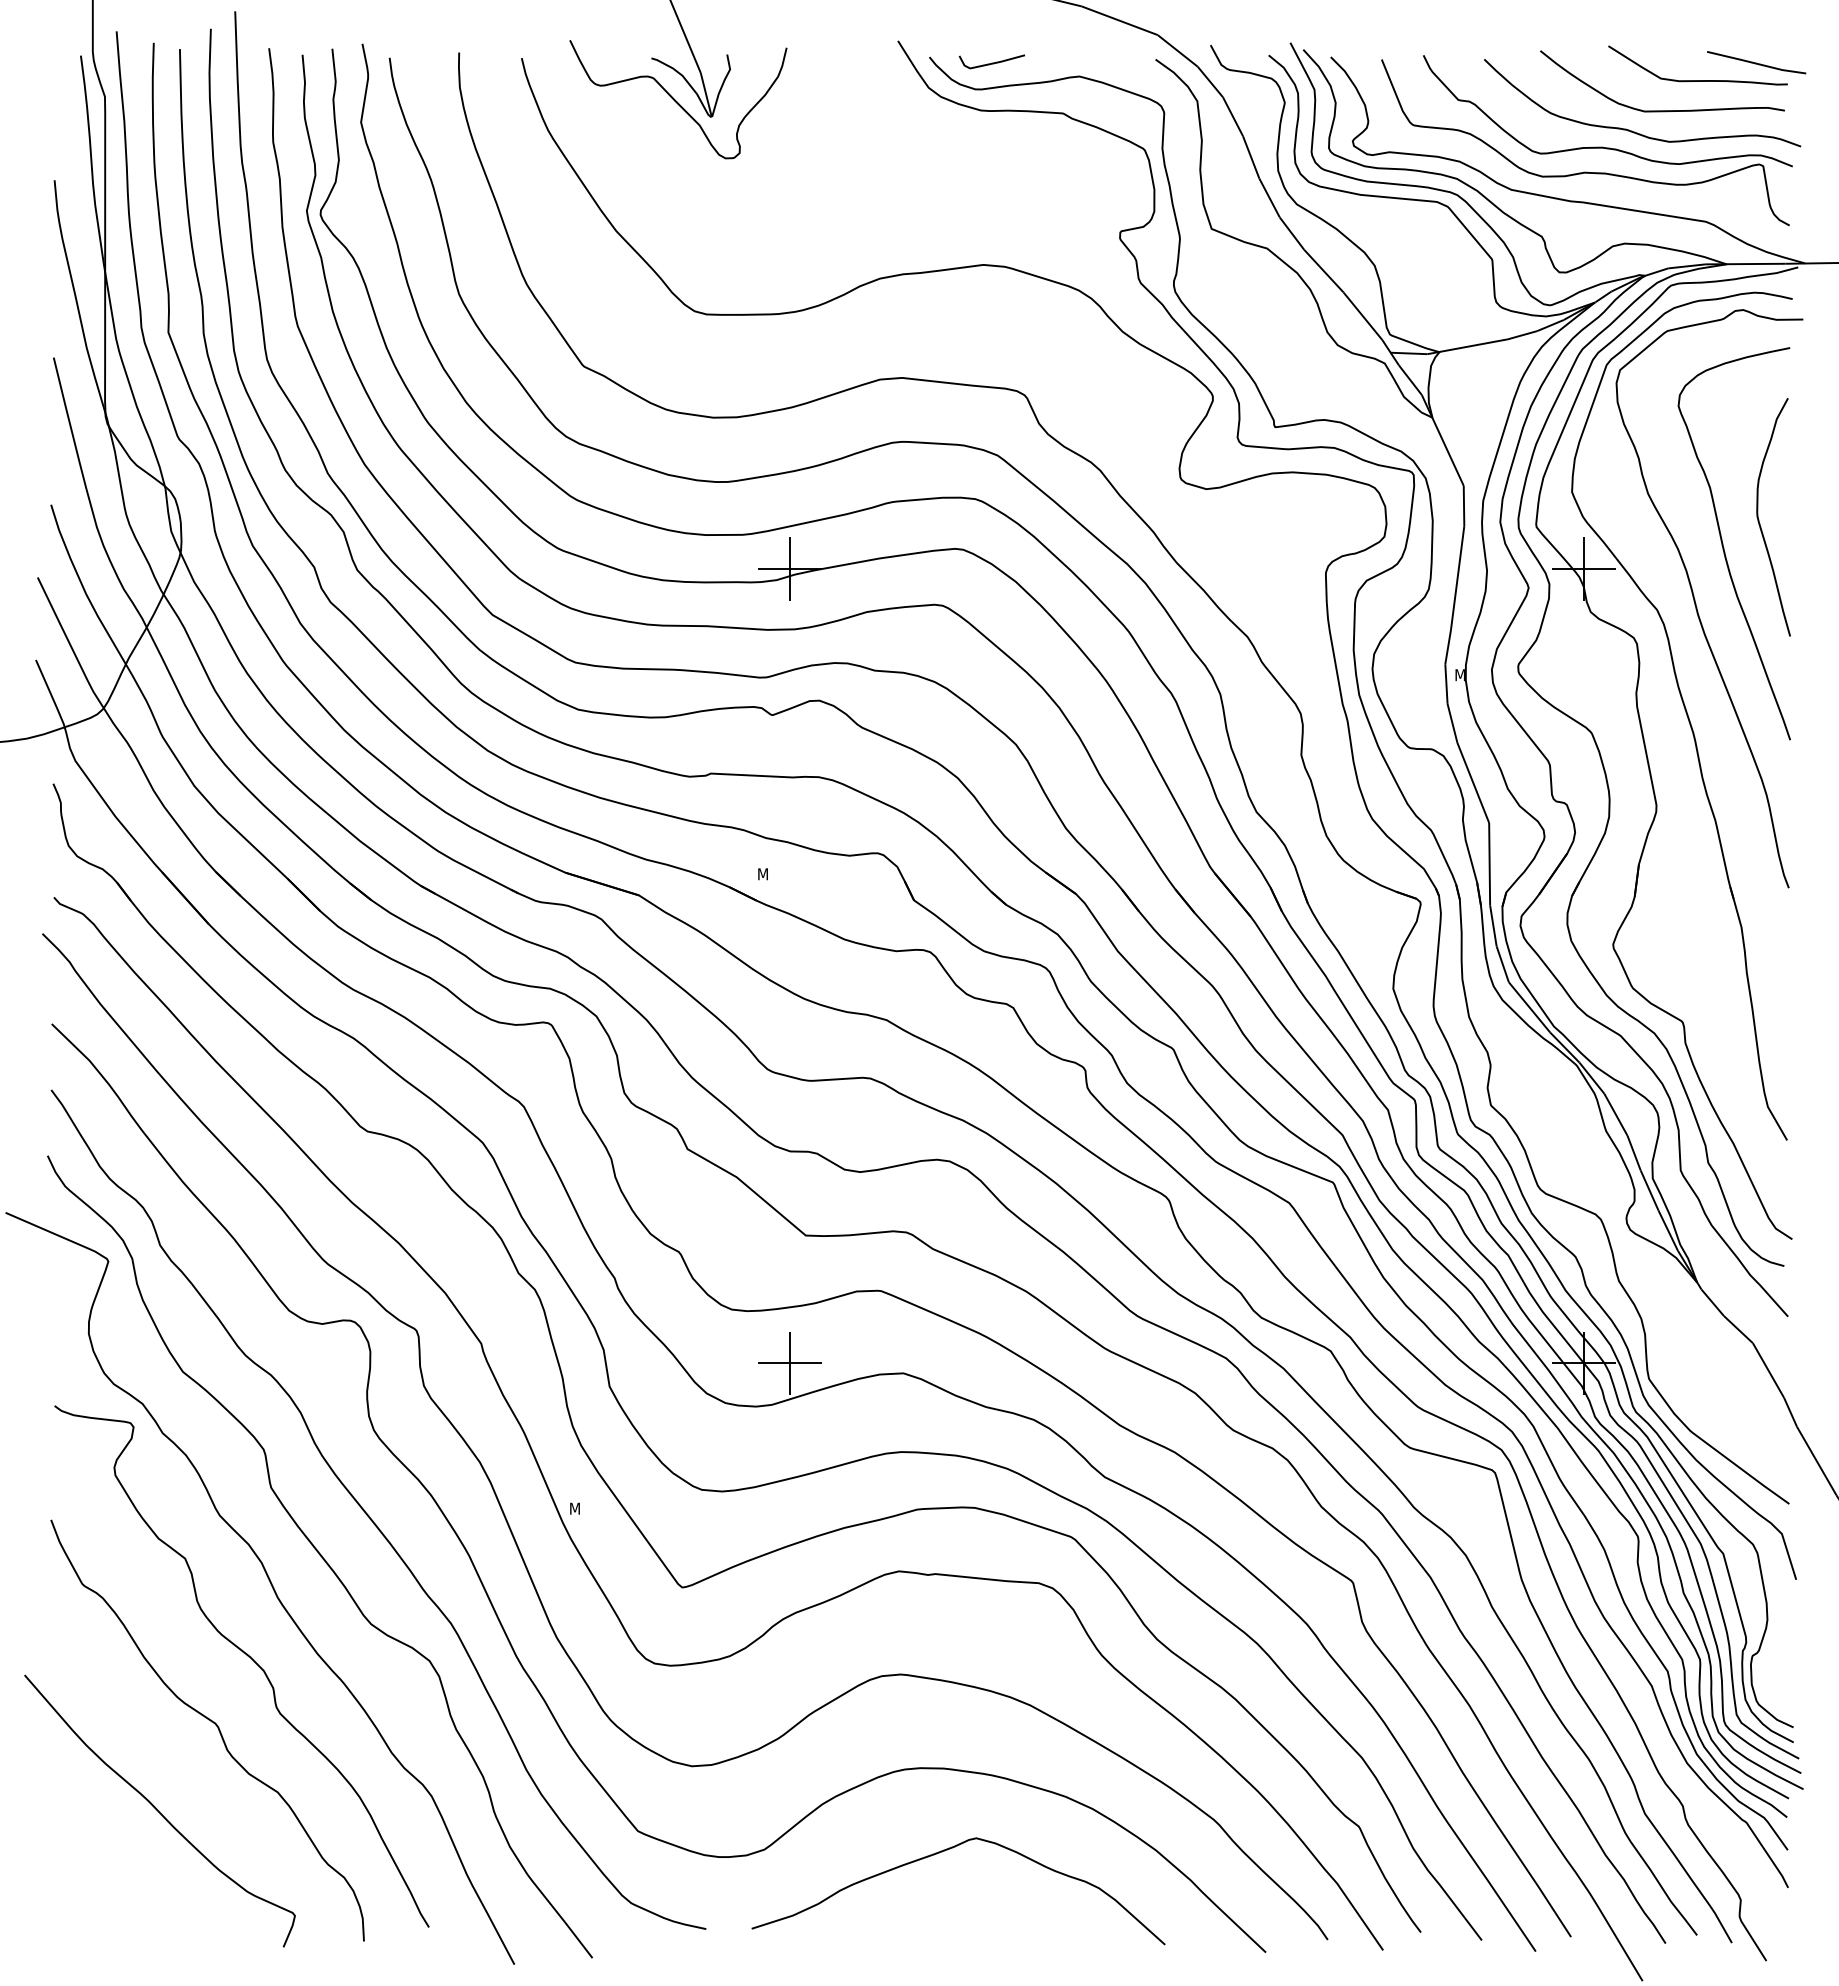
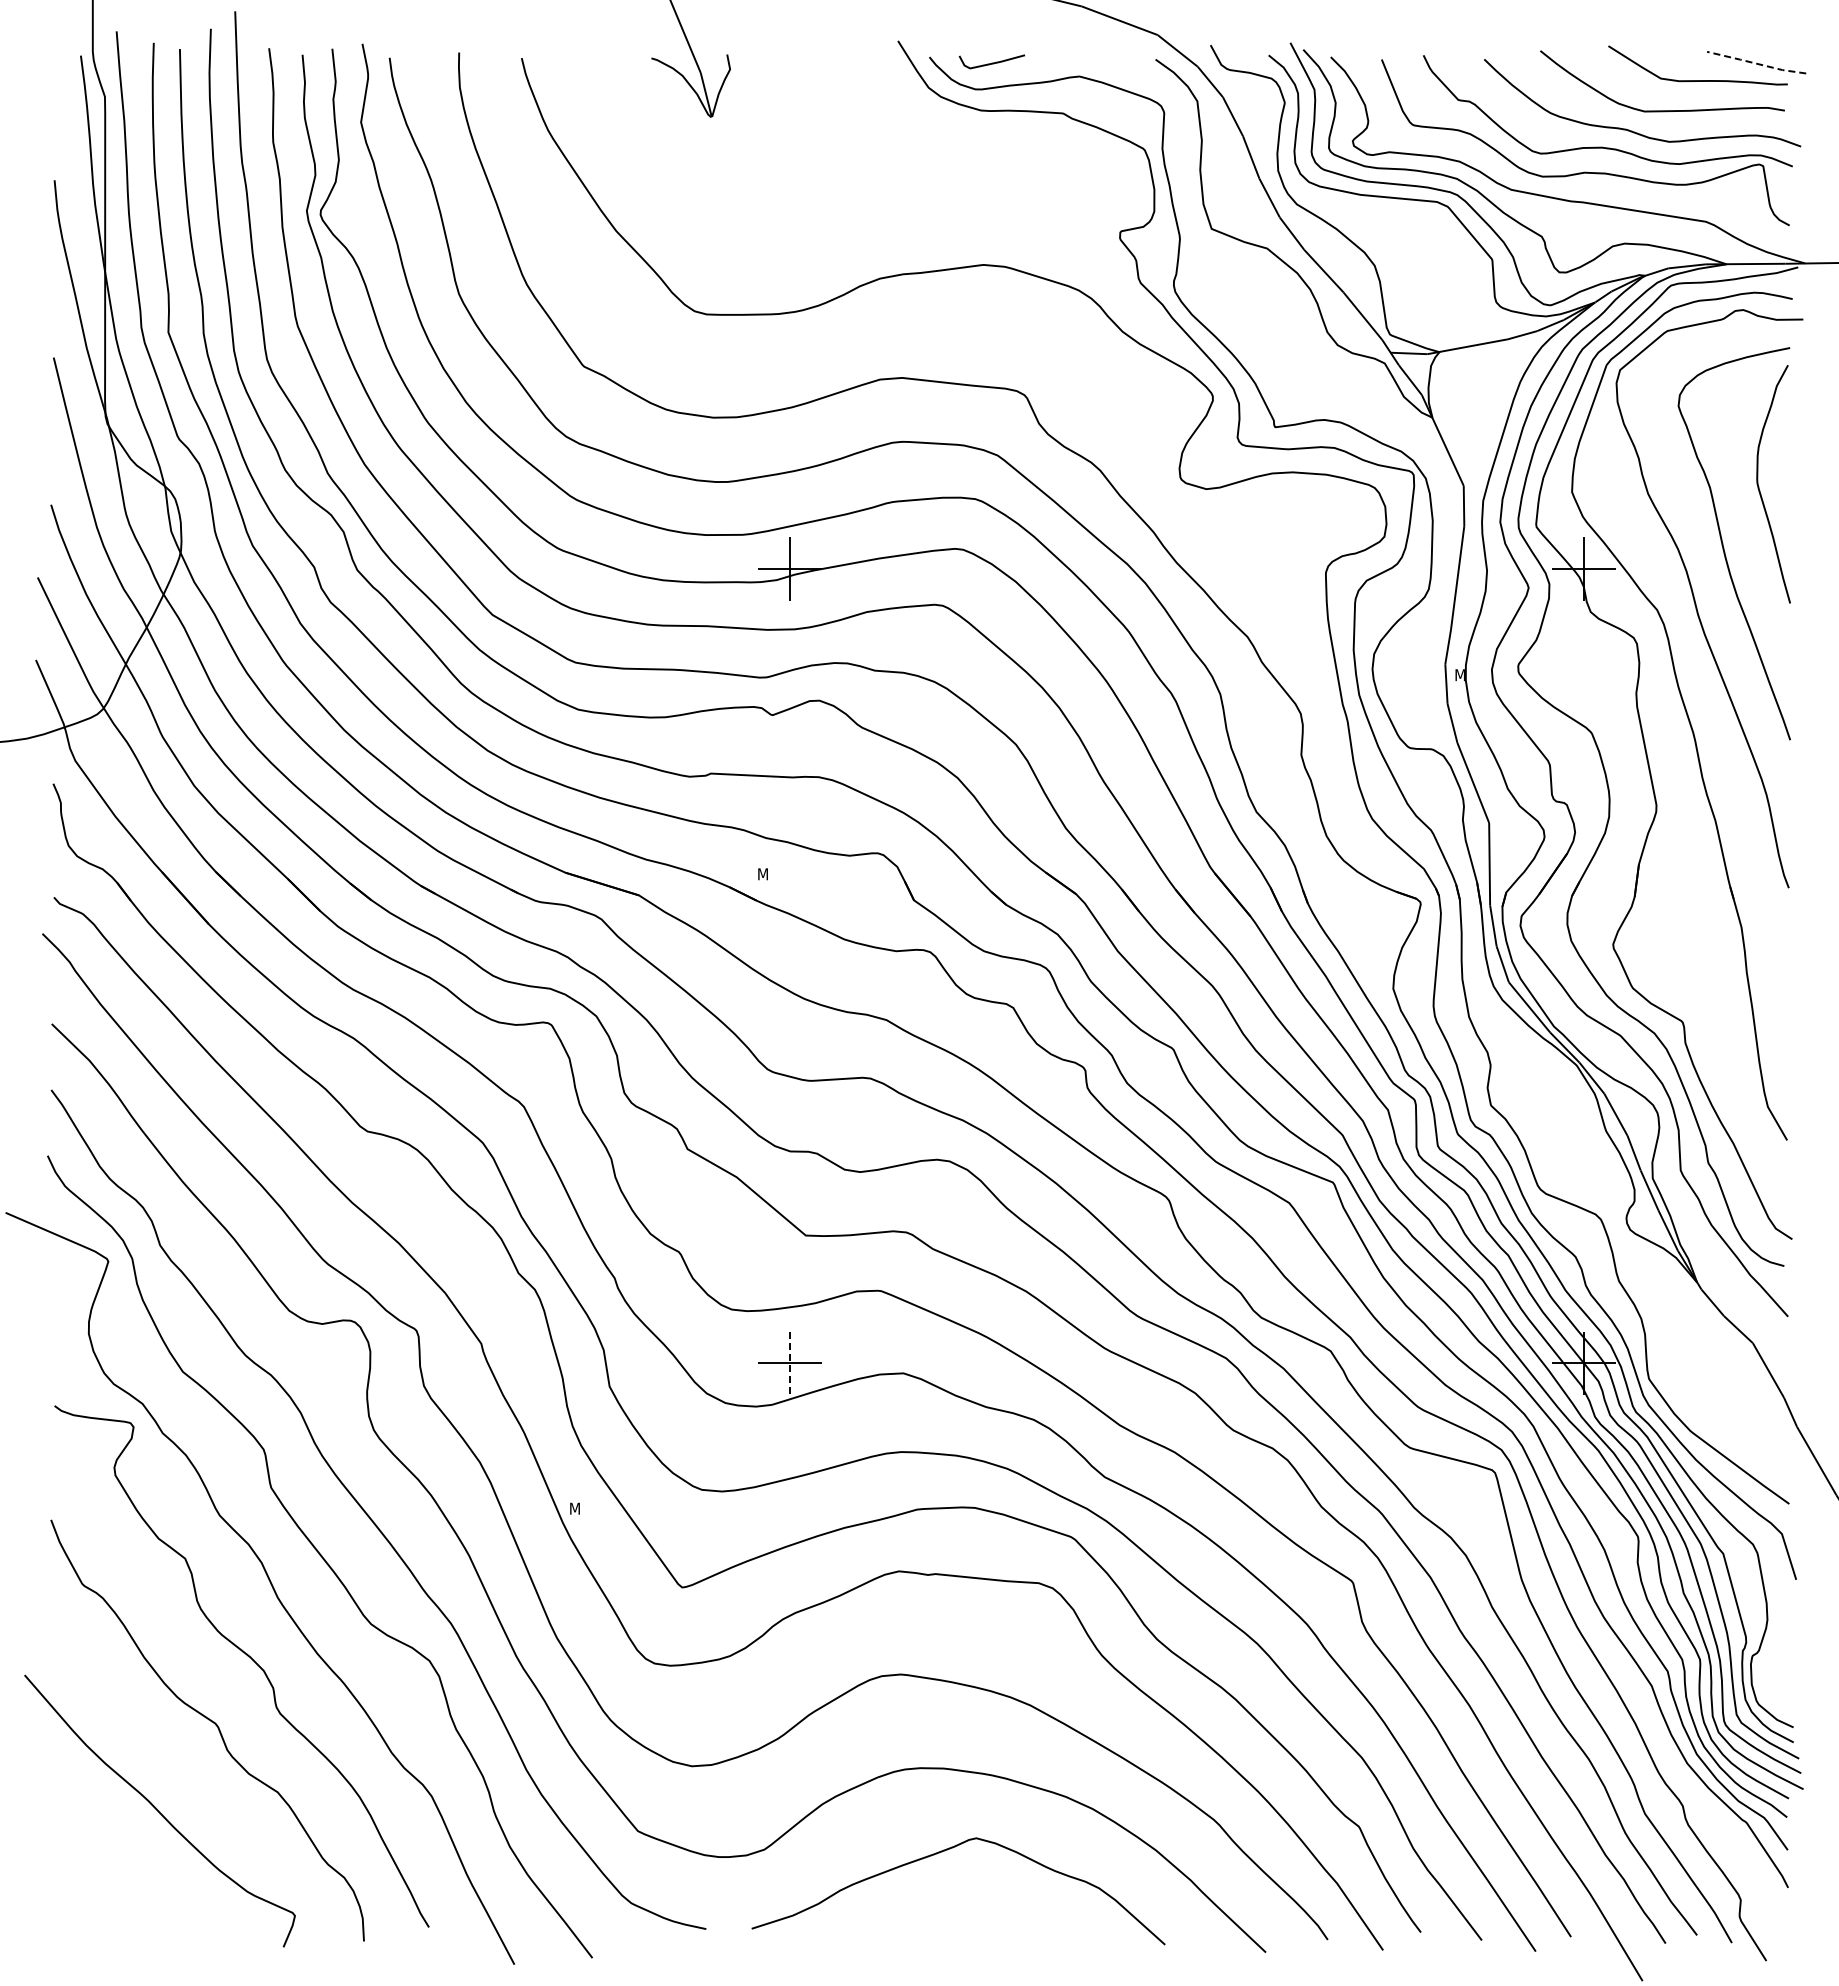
line at (1755, 63): solid -> dashed
curve at (676, 100): present -> none
curve at (1759, 519) position: (1759, 519) -> (1759, 486)
line at (789, 1363): solid -> dashed
